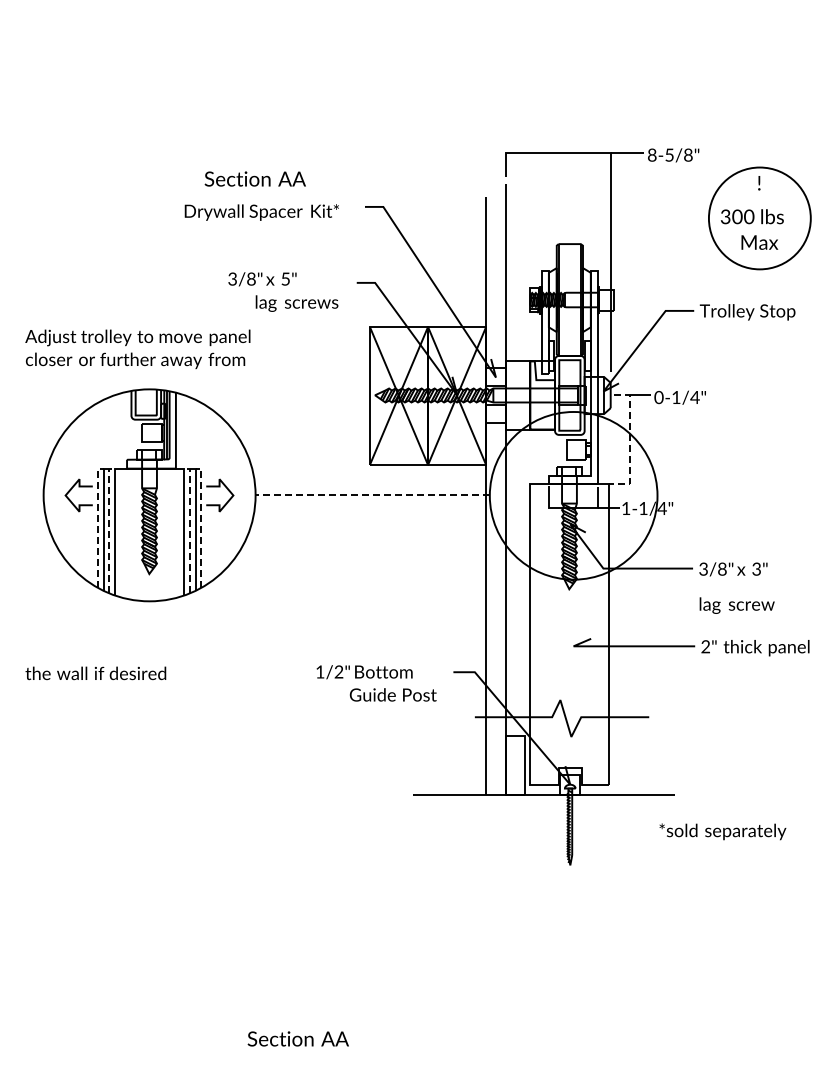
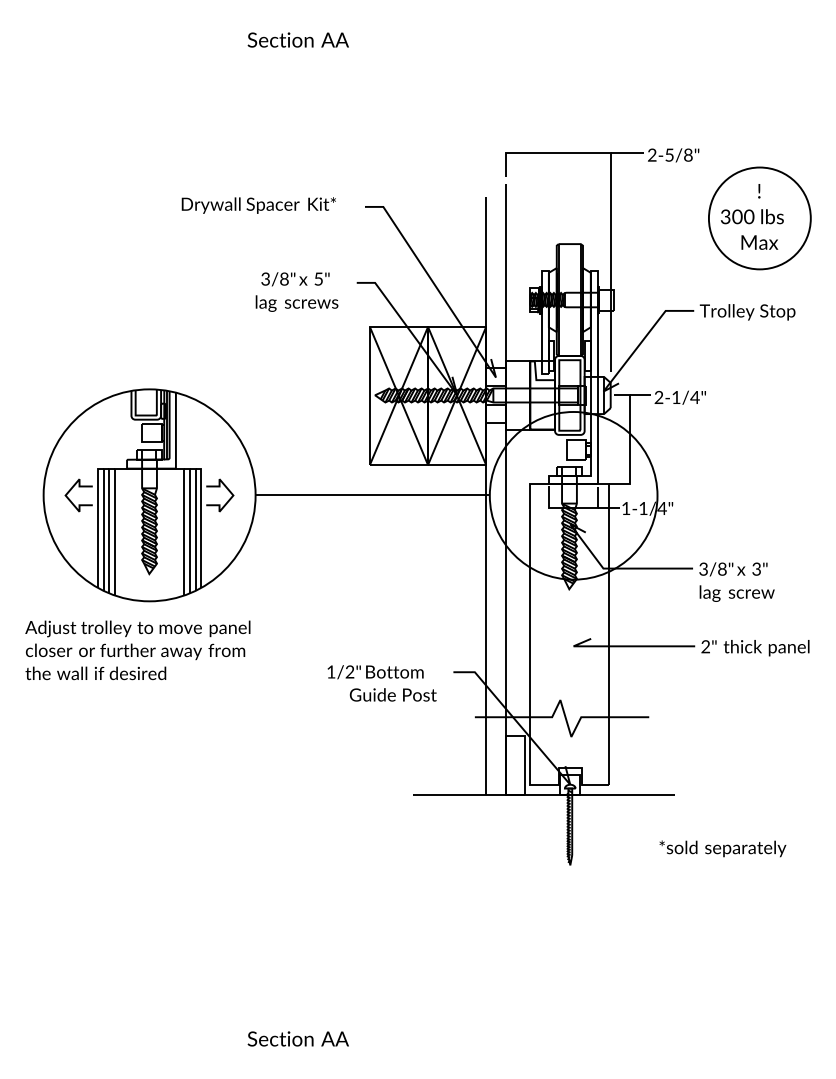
text at (652, 155): 8-5/8" -> 2-5/8"
text at (254, 178) position: (254, 178) -> (297, 39)
text at (759, 183) position: (759, 183) -> (759, 191)
text at (261, 212) position: (261, 212) -> (258, 205)
text at (262, 279) position: (262, 279) -> (295, 279)
text at (137, 348) position: (137, 348) -> (137, 639)
text at (658, 397): 0-1/4" -> 2-1/4"
line at (630, 442): dashed -> solid
line at (372, 495): dashed -> solid
line at (97, 524): dashed -> solid
line at (201, 524): dashed -> solid
line at (109, 527): dashed -> solid
line at (189, 527): dashed -> solid
text at (736, 605) position: (736, 605) -> (736, 593)
text at (364, 672) position: (364, 672) -> (375, 672)
text at (722, 831) position: (722, 831) -> (722, 848)
